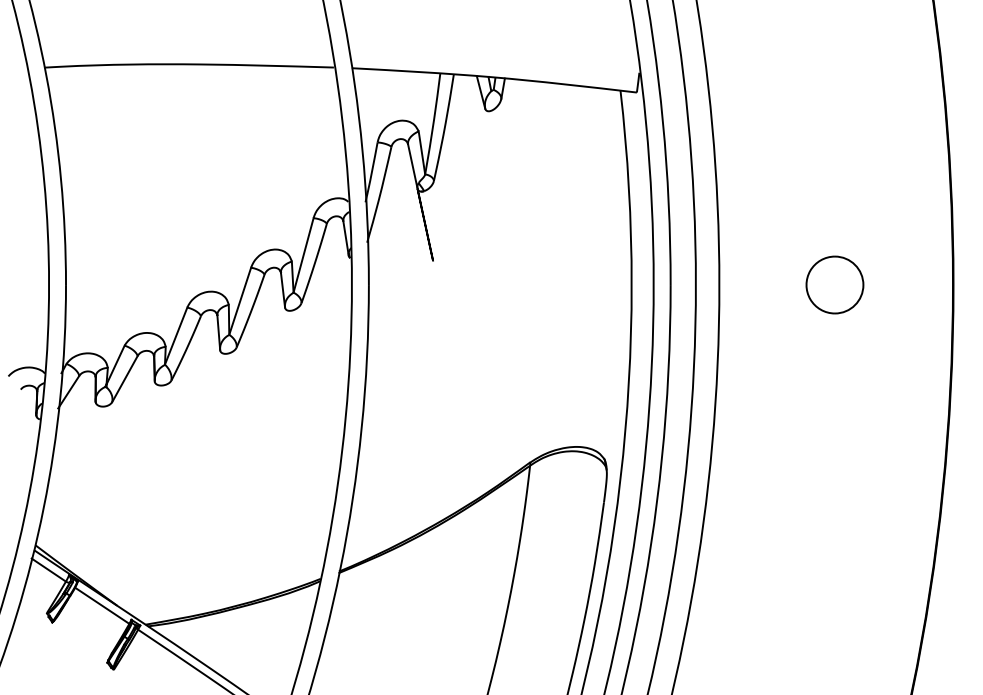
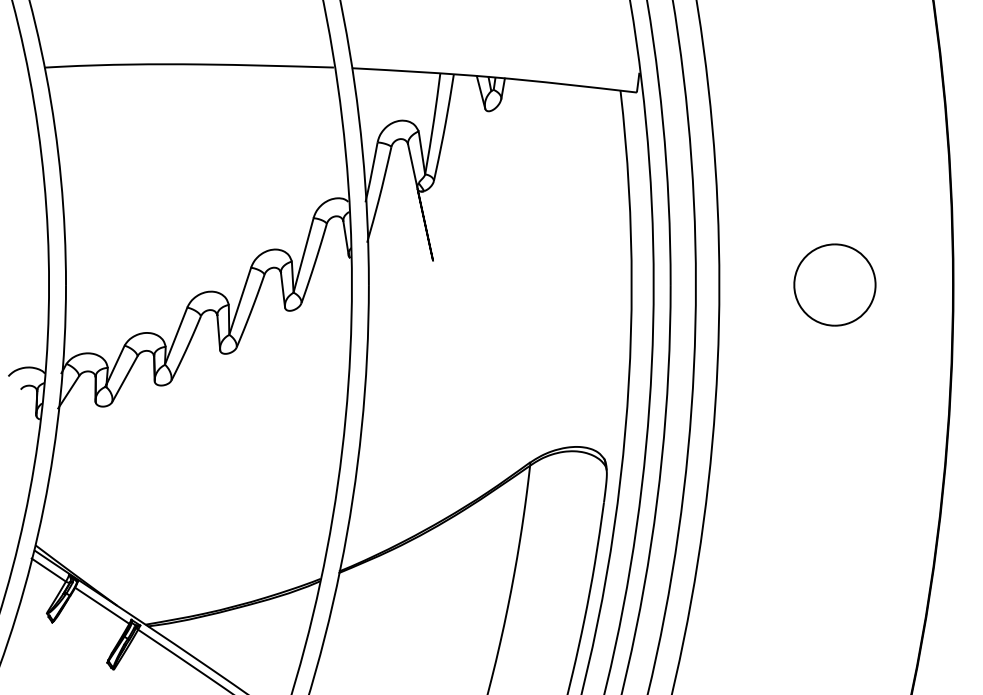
part at (834, 284) size: 60x60 px -> 84x84 px
